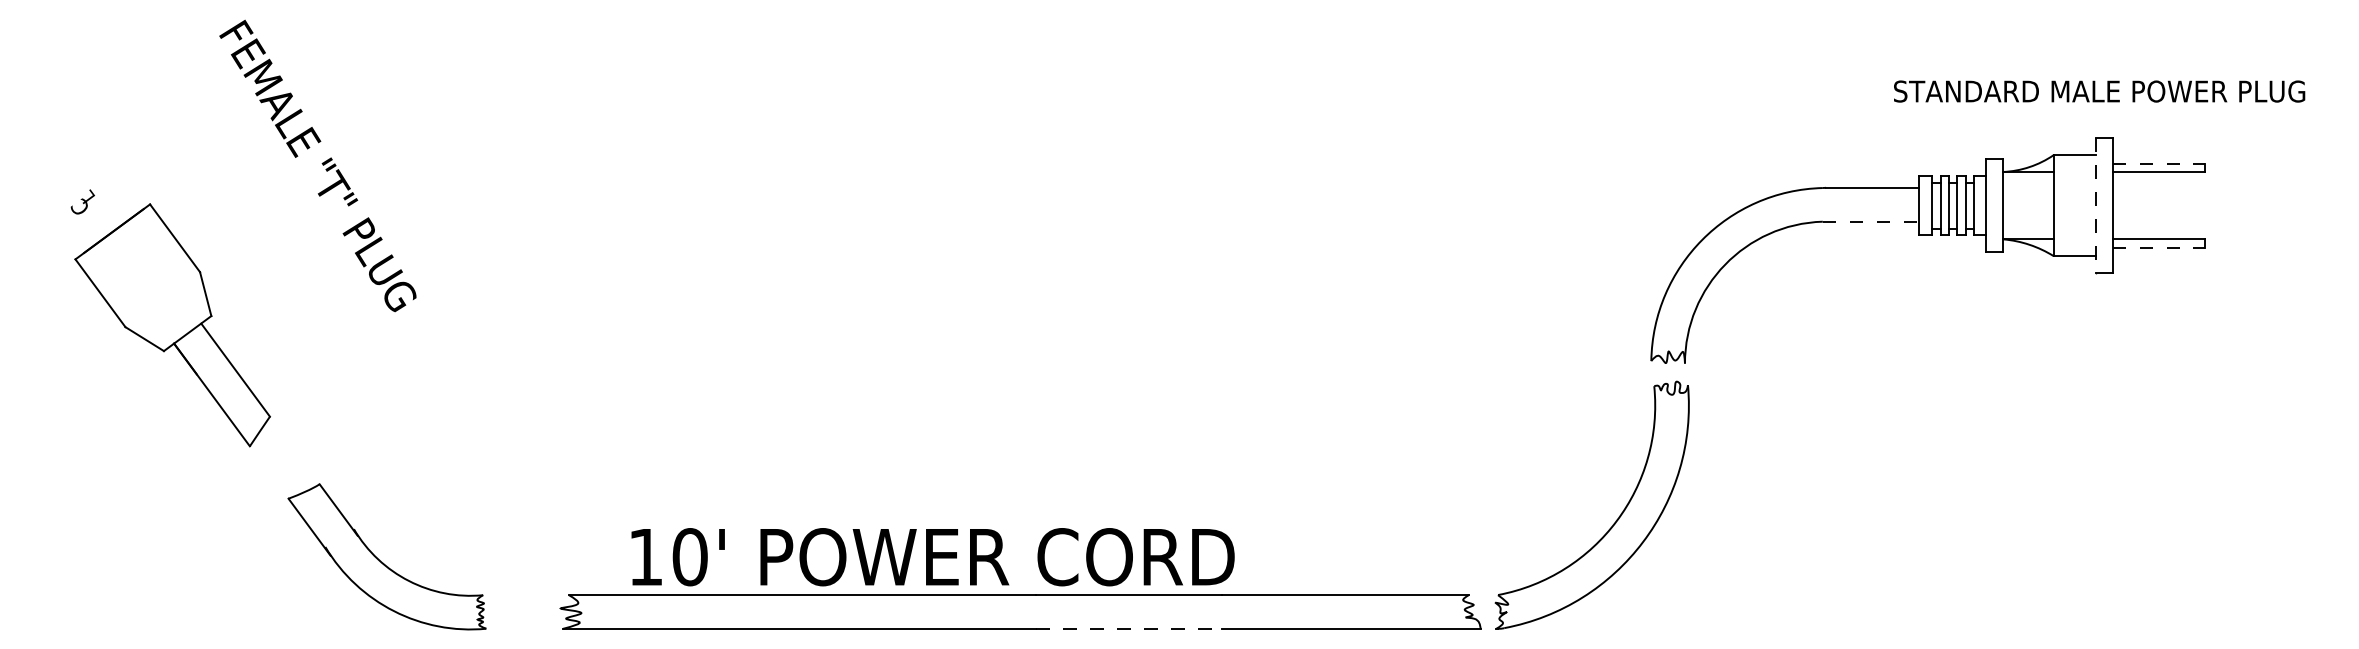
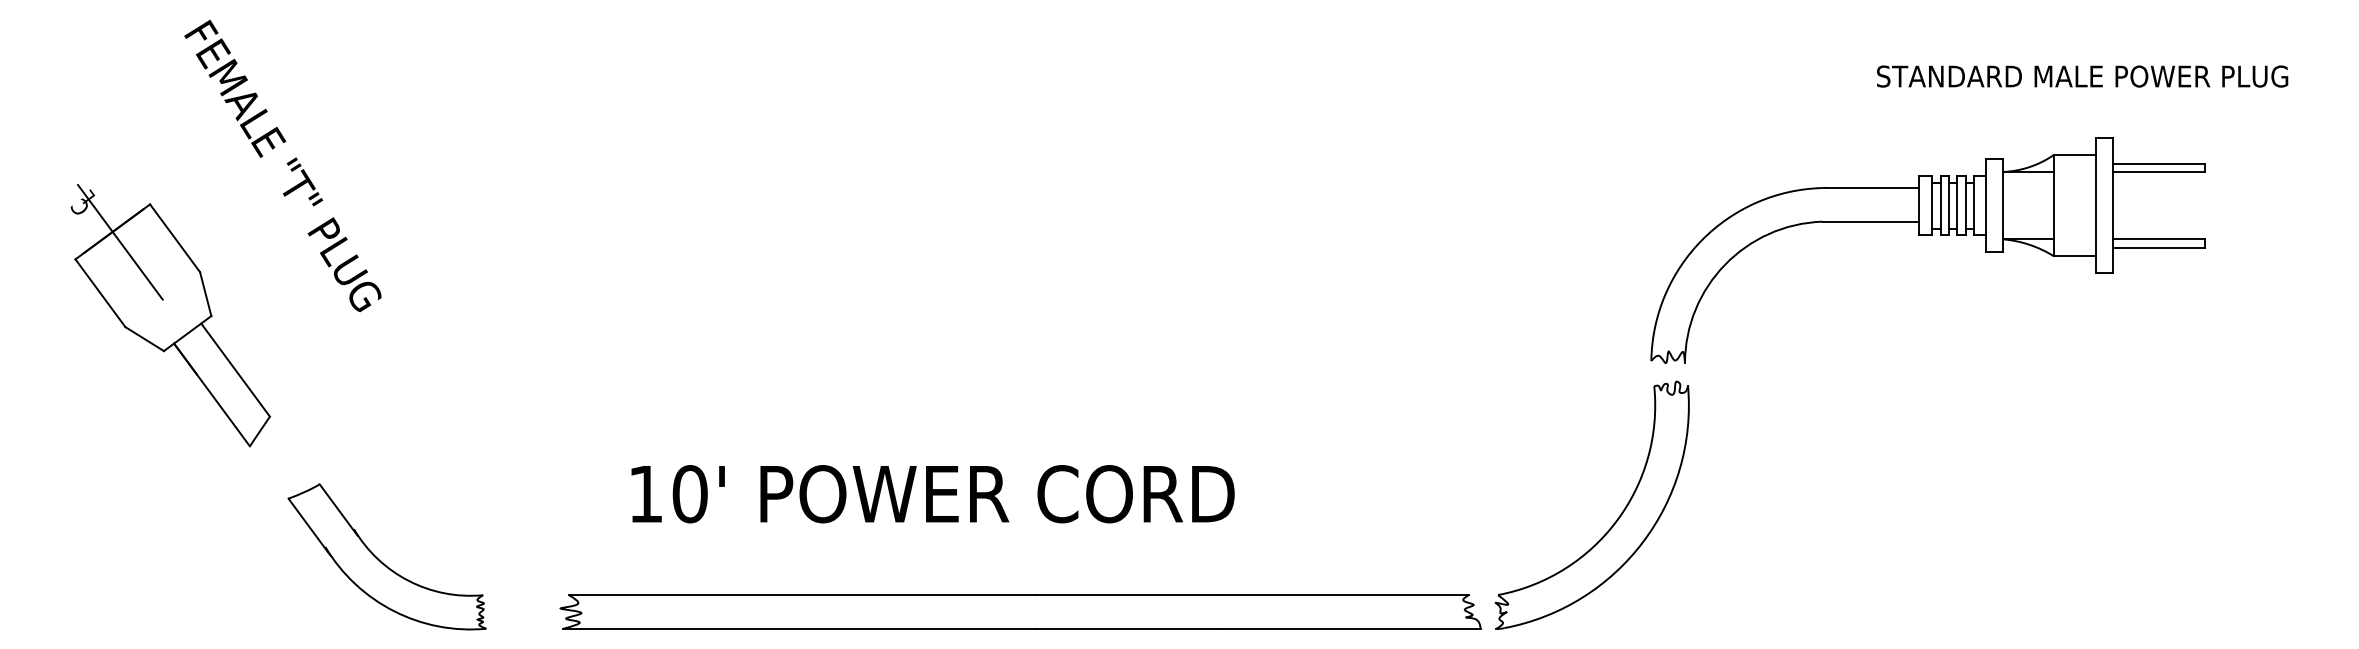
text at (2099, 91) position: (2099, 91) -> (2082, 76)
line at (2159, 163): dashed -> solid
text at (317, 165) position: (317, 165) -> (282, 165)
line at (2095, 206): dashed -> solid
line at (1871, 221): dashed -> solid
line at (120, 242): none -> present
line at (2159, 247): dashed -> solid
text at (932, 557) position: (932, 557) -> (932, 494)
line at (1129, 628): dashed -> solid
